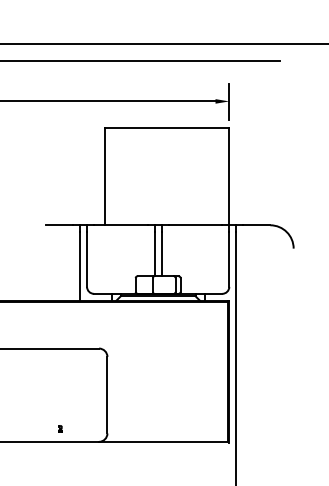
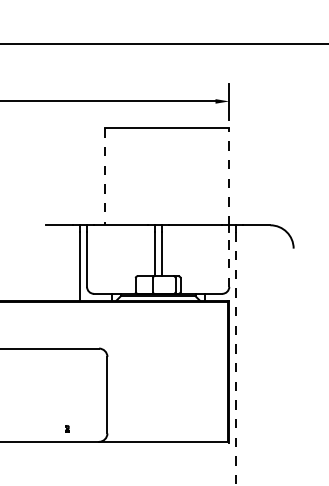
line at (140, 61): present -> none
line at (105, 176): solid -> dashed
line at (229, 176): solid -> dashed
line at (229, 259): solid -> dashed
line at (236, 359): solid -> dashed
part at (60, 428) position: (60, 428) -> (67, 428)
